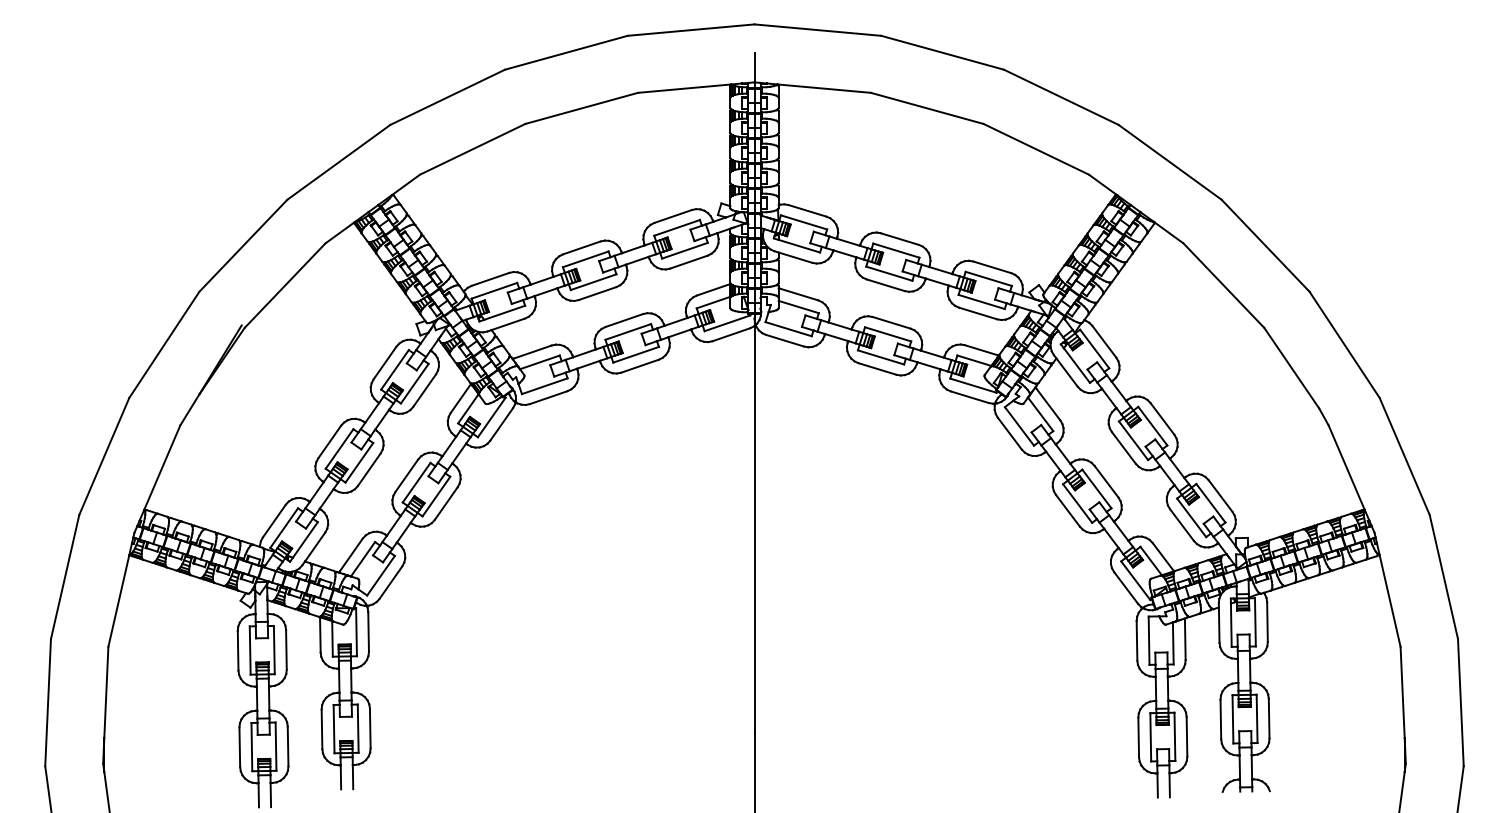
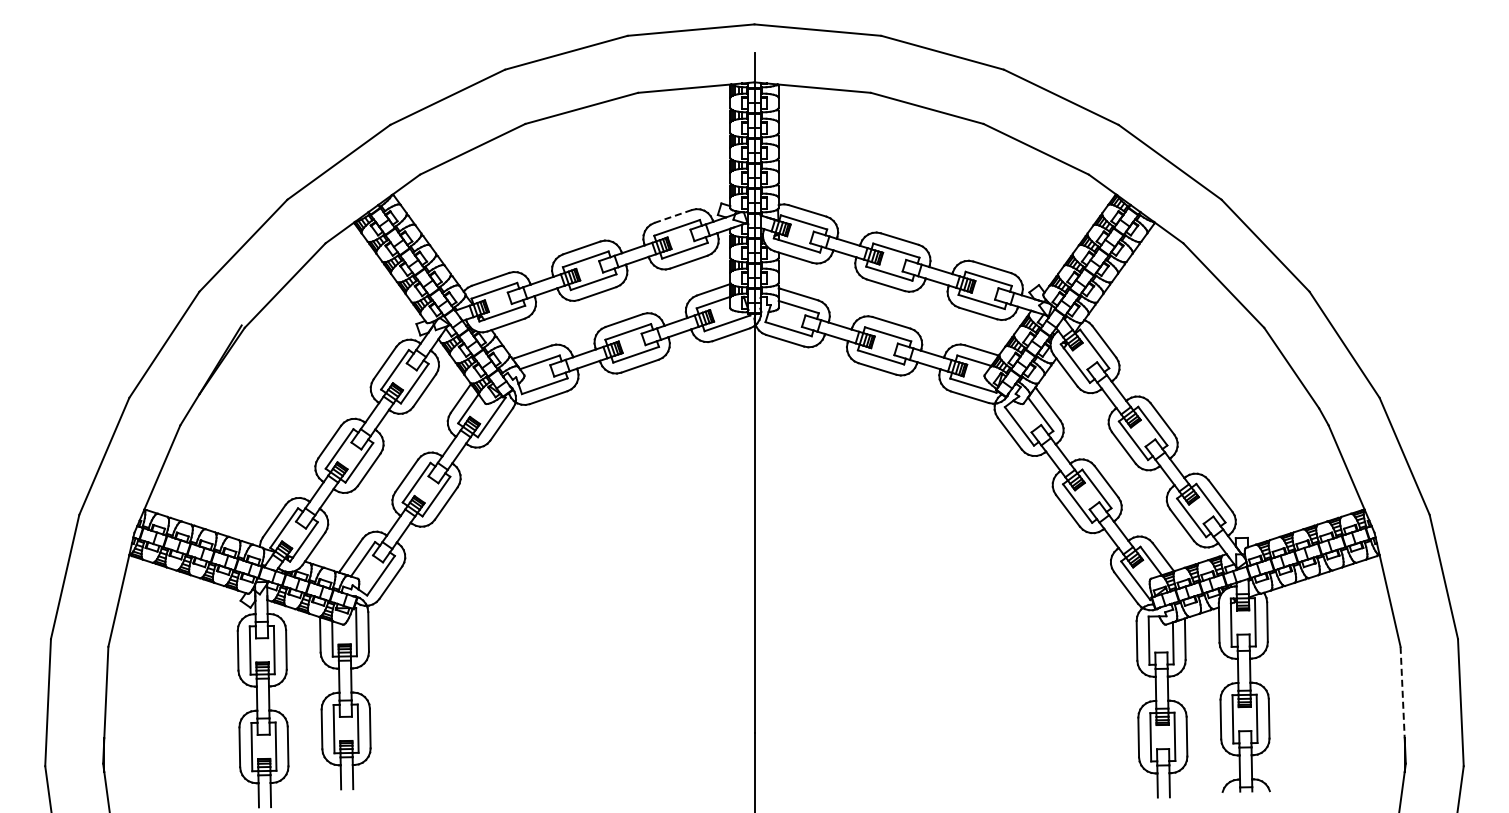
line at (673, 216): solid -> dashed
line at (1402, 692): solid -> dashed
